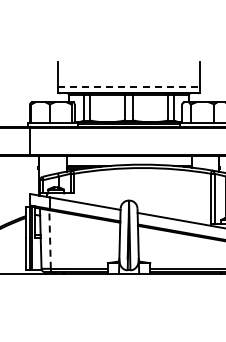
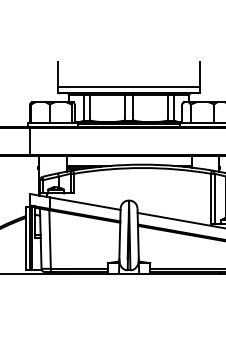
line at (129, 86): dashed -> solid
line at (50, 239): dashed -> solid
